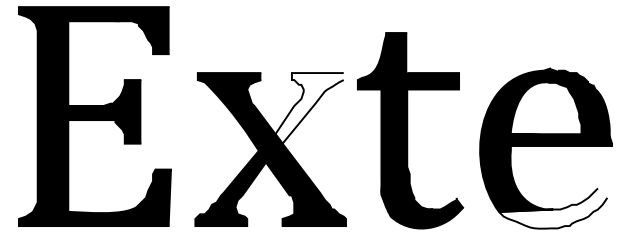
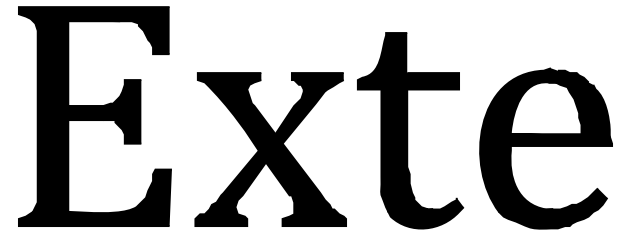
fill at (309, 108): none -> present
fill at (553, 208): none -> present
